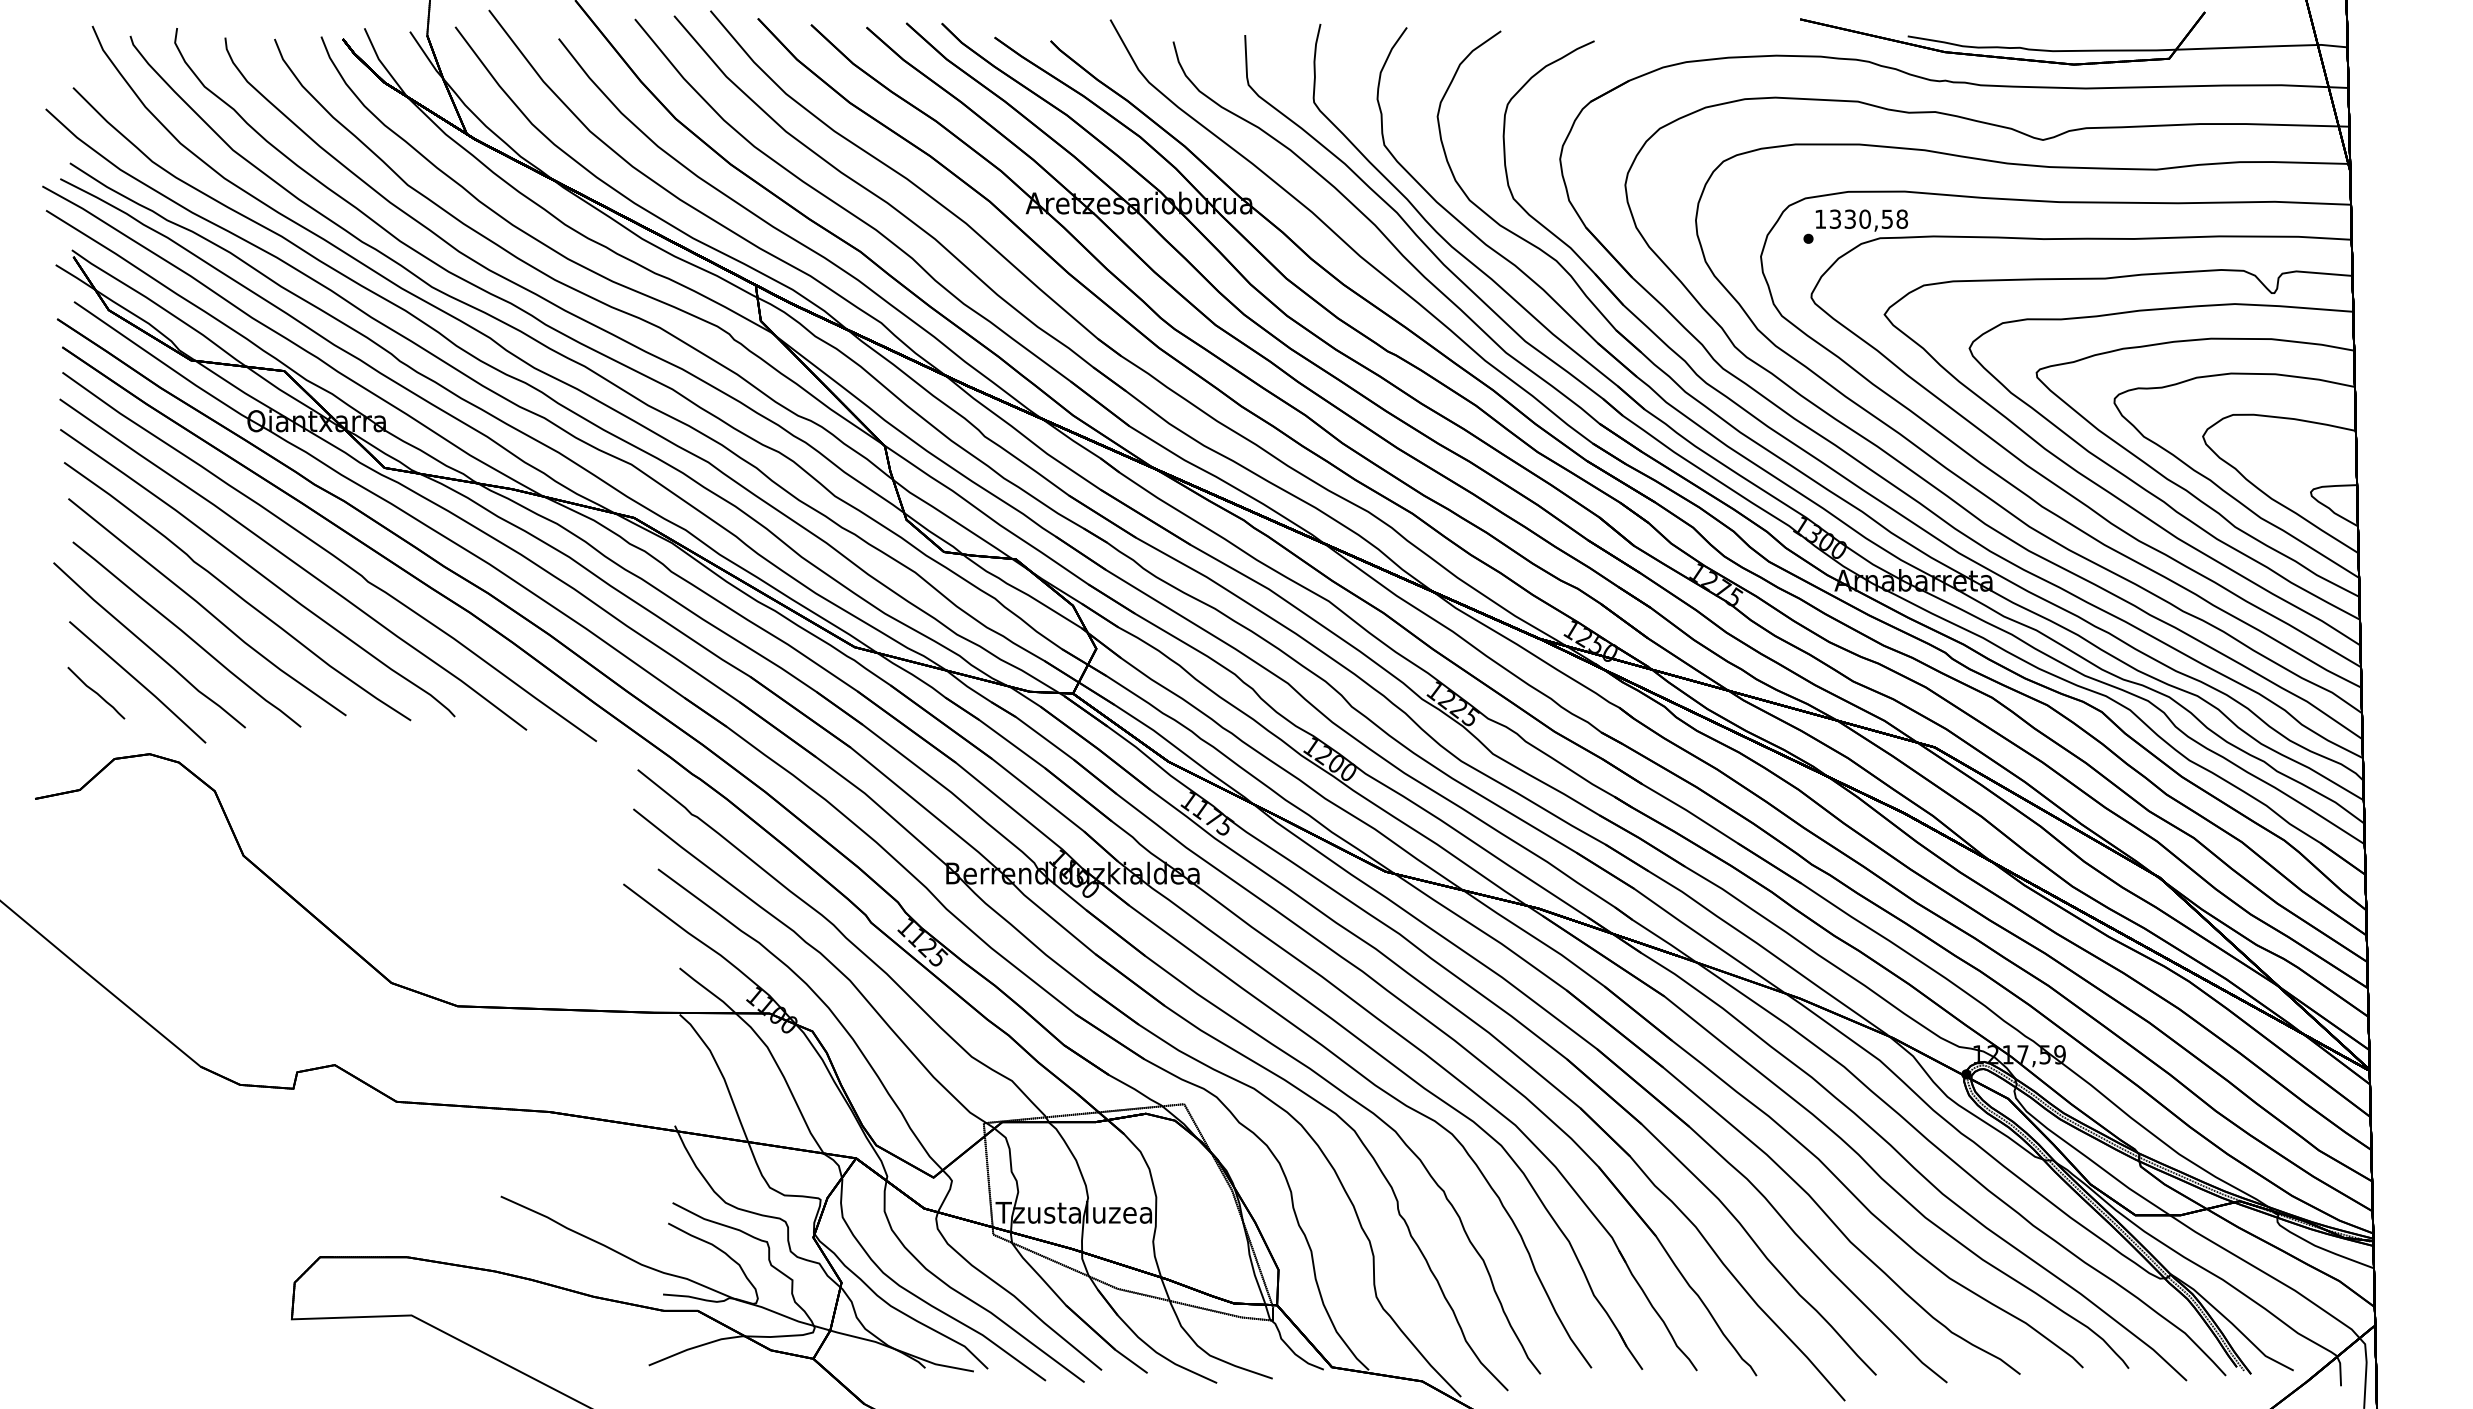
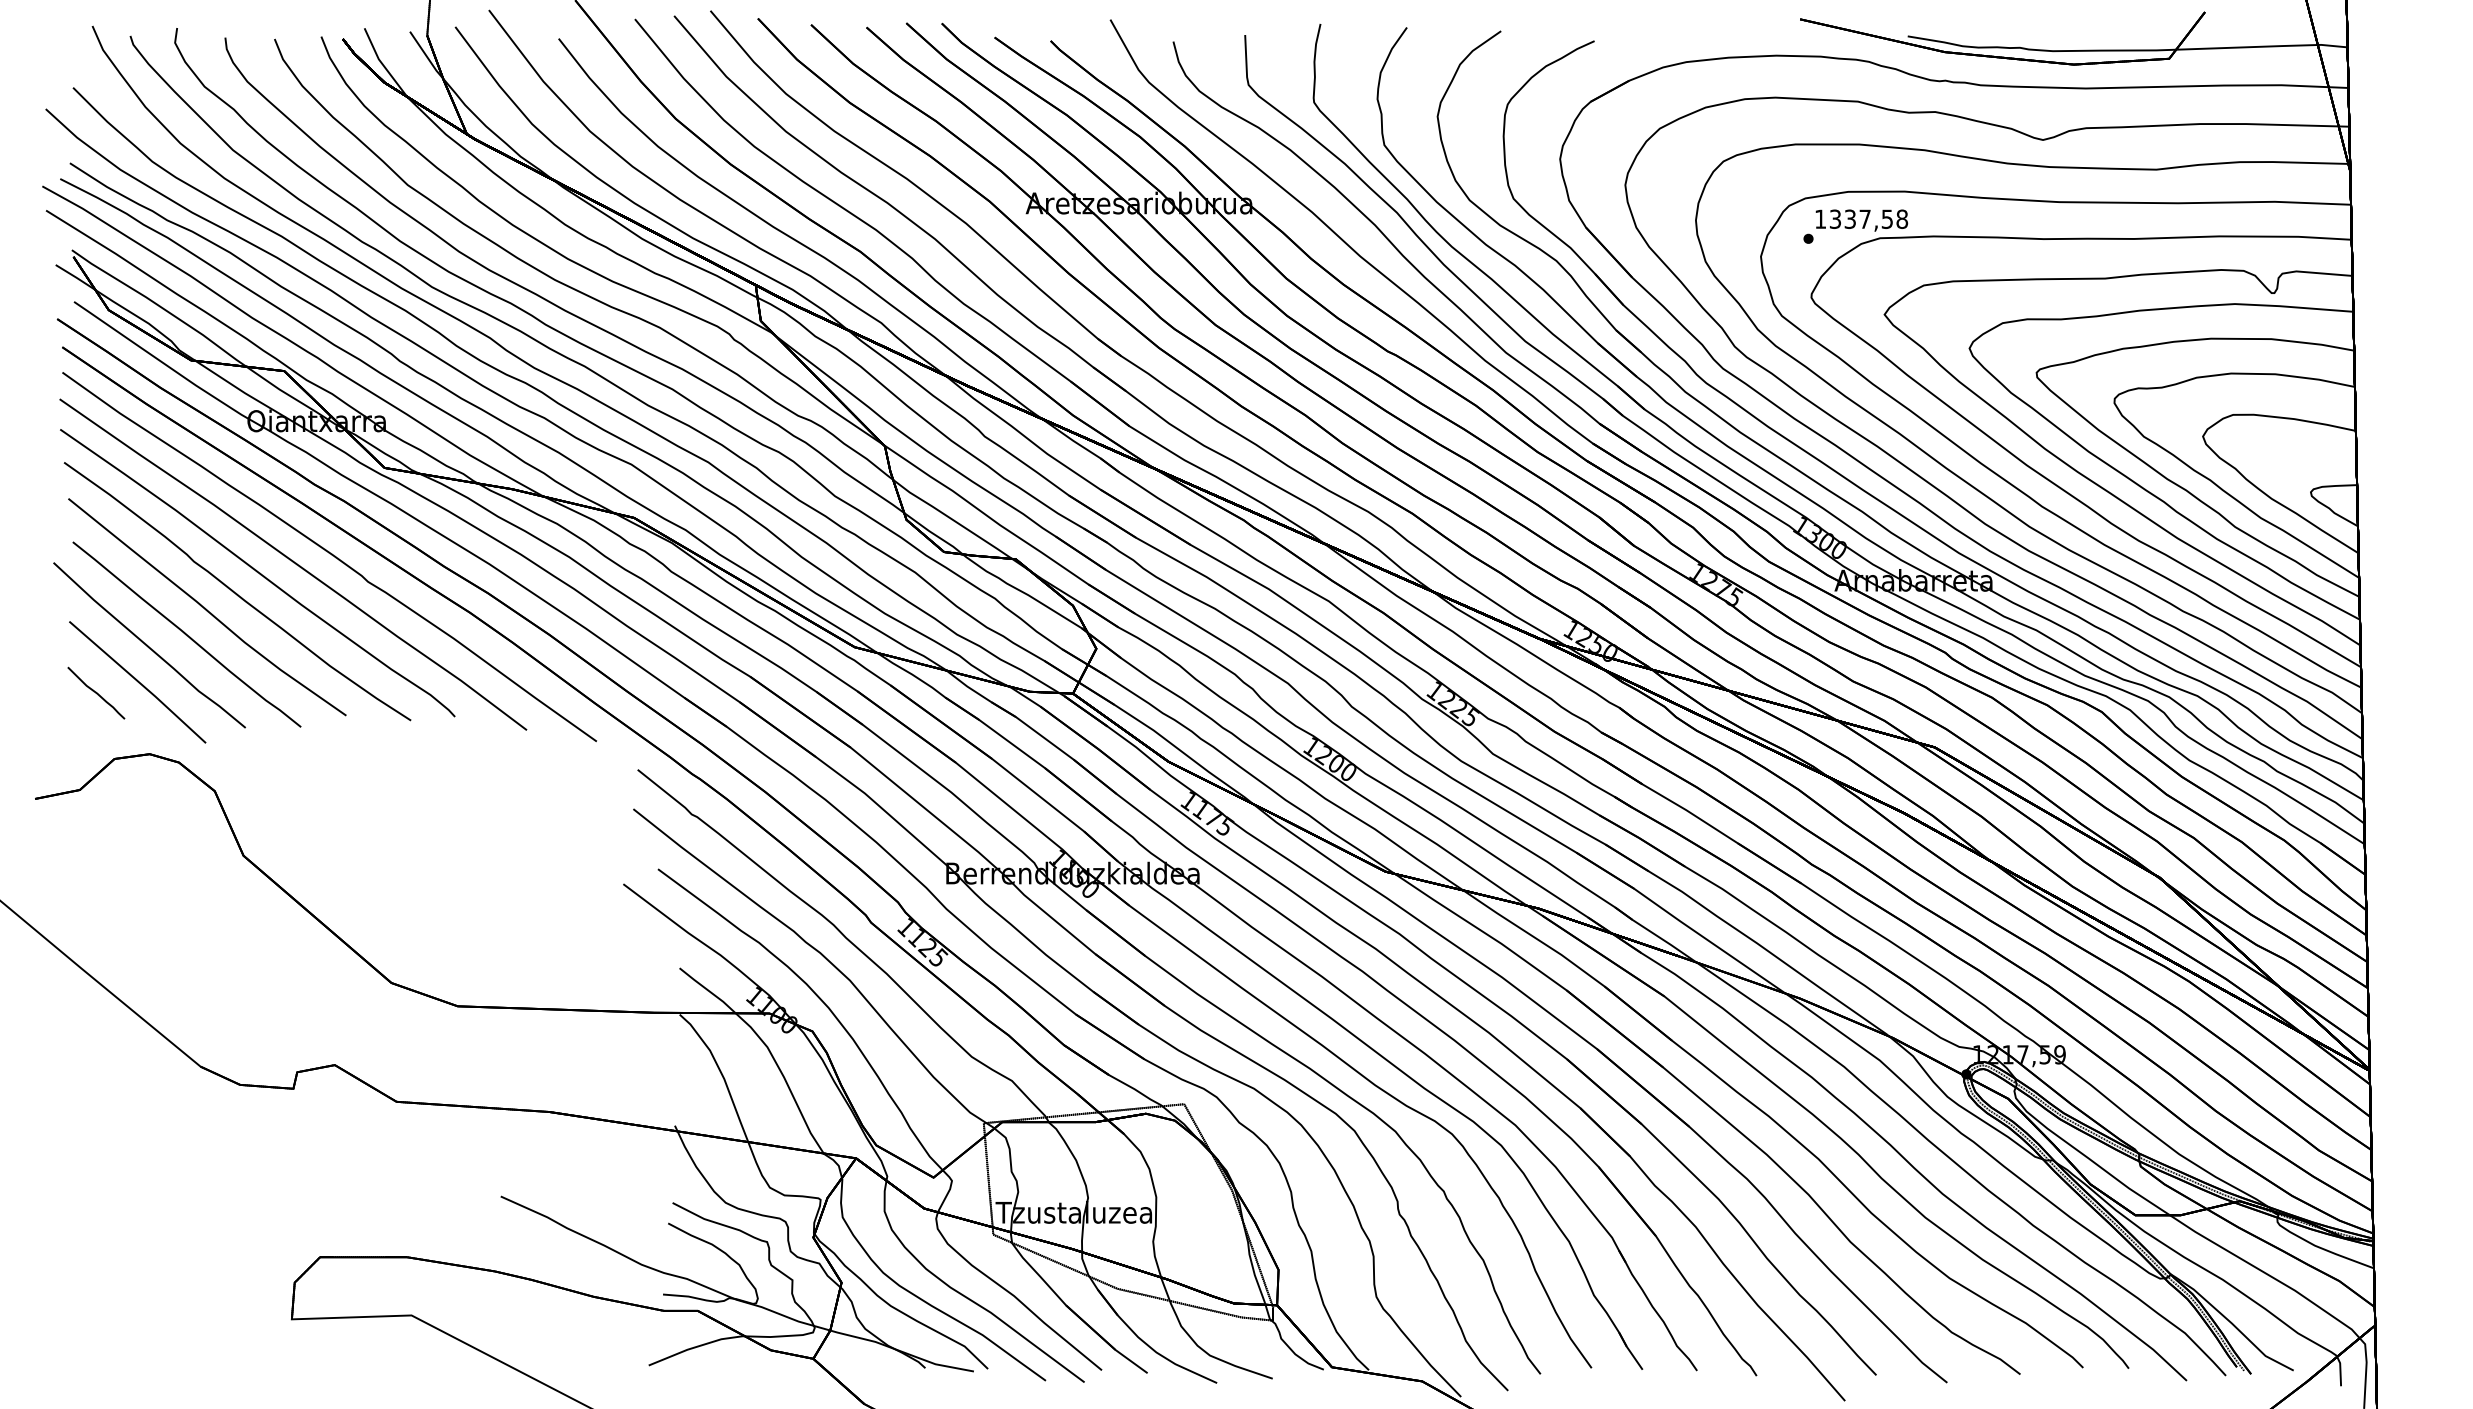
text at (1864, 218): 1330,58 -> 1337,58
